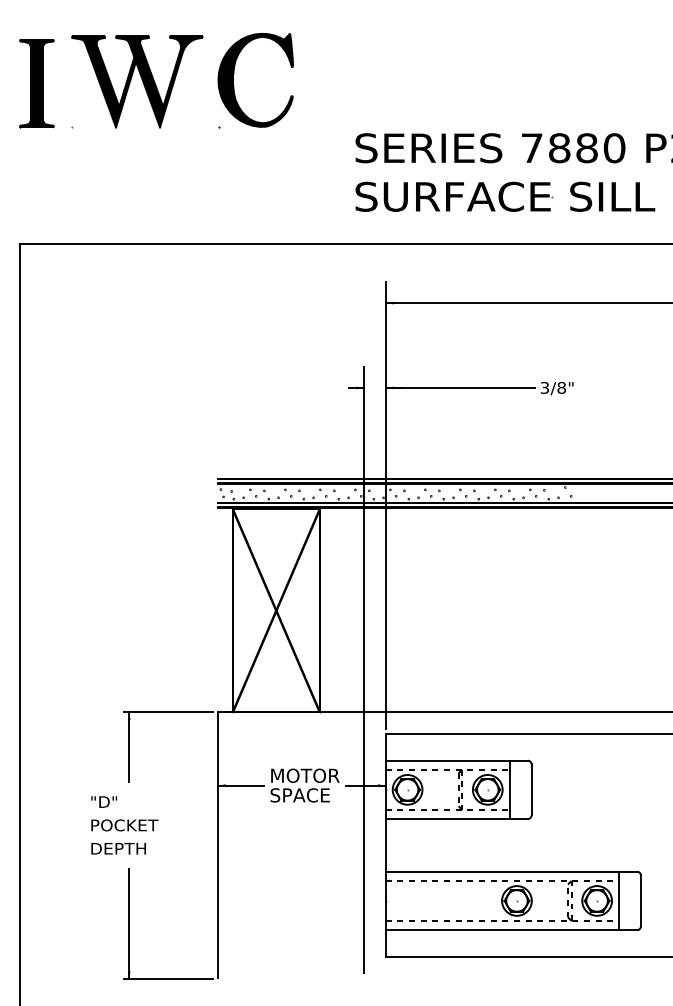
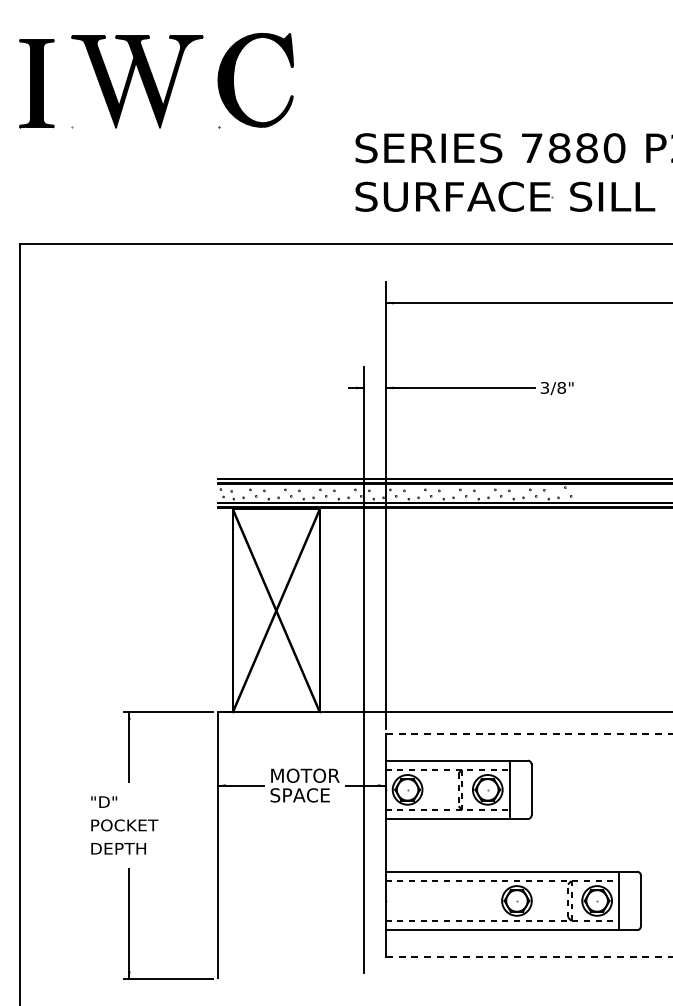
line at (529, 734): solid -> dashed
line at (529, 956): solid -> dashed
